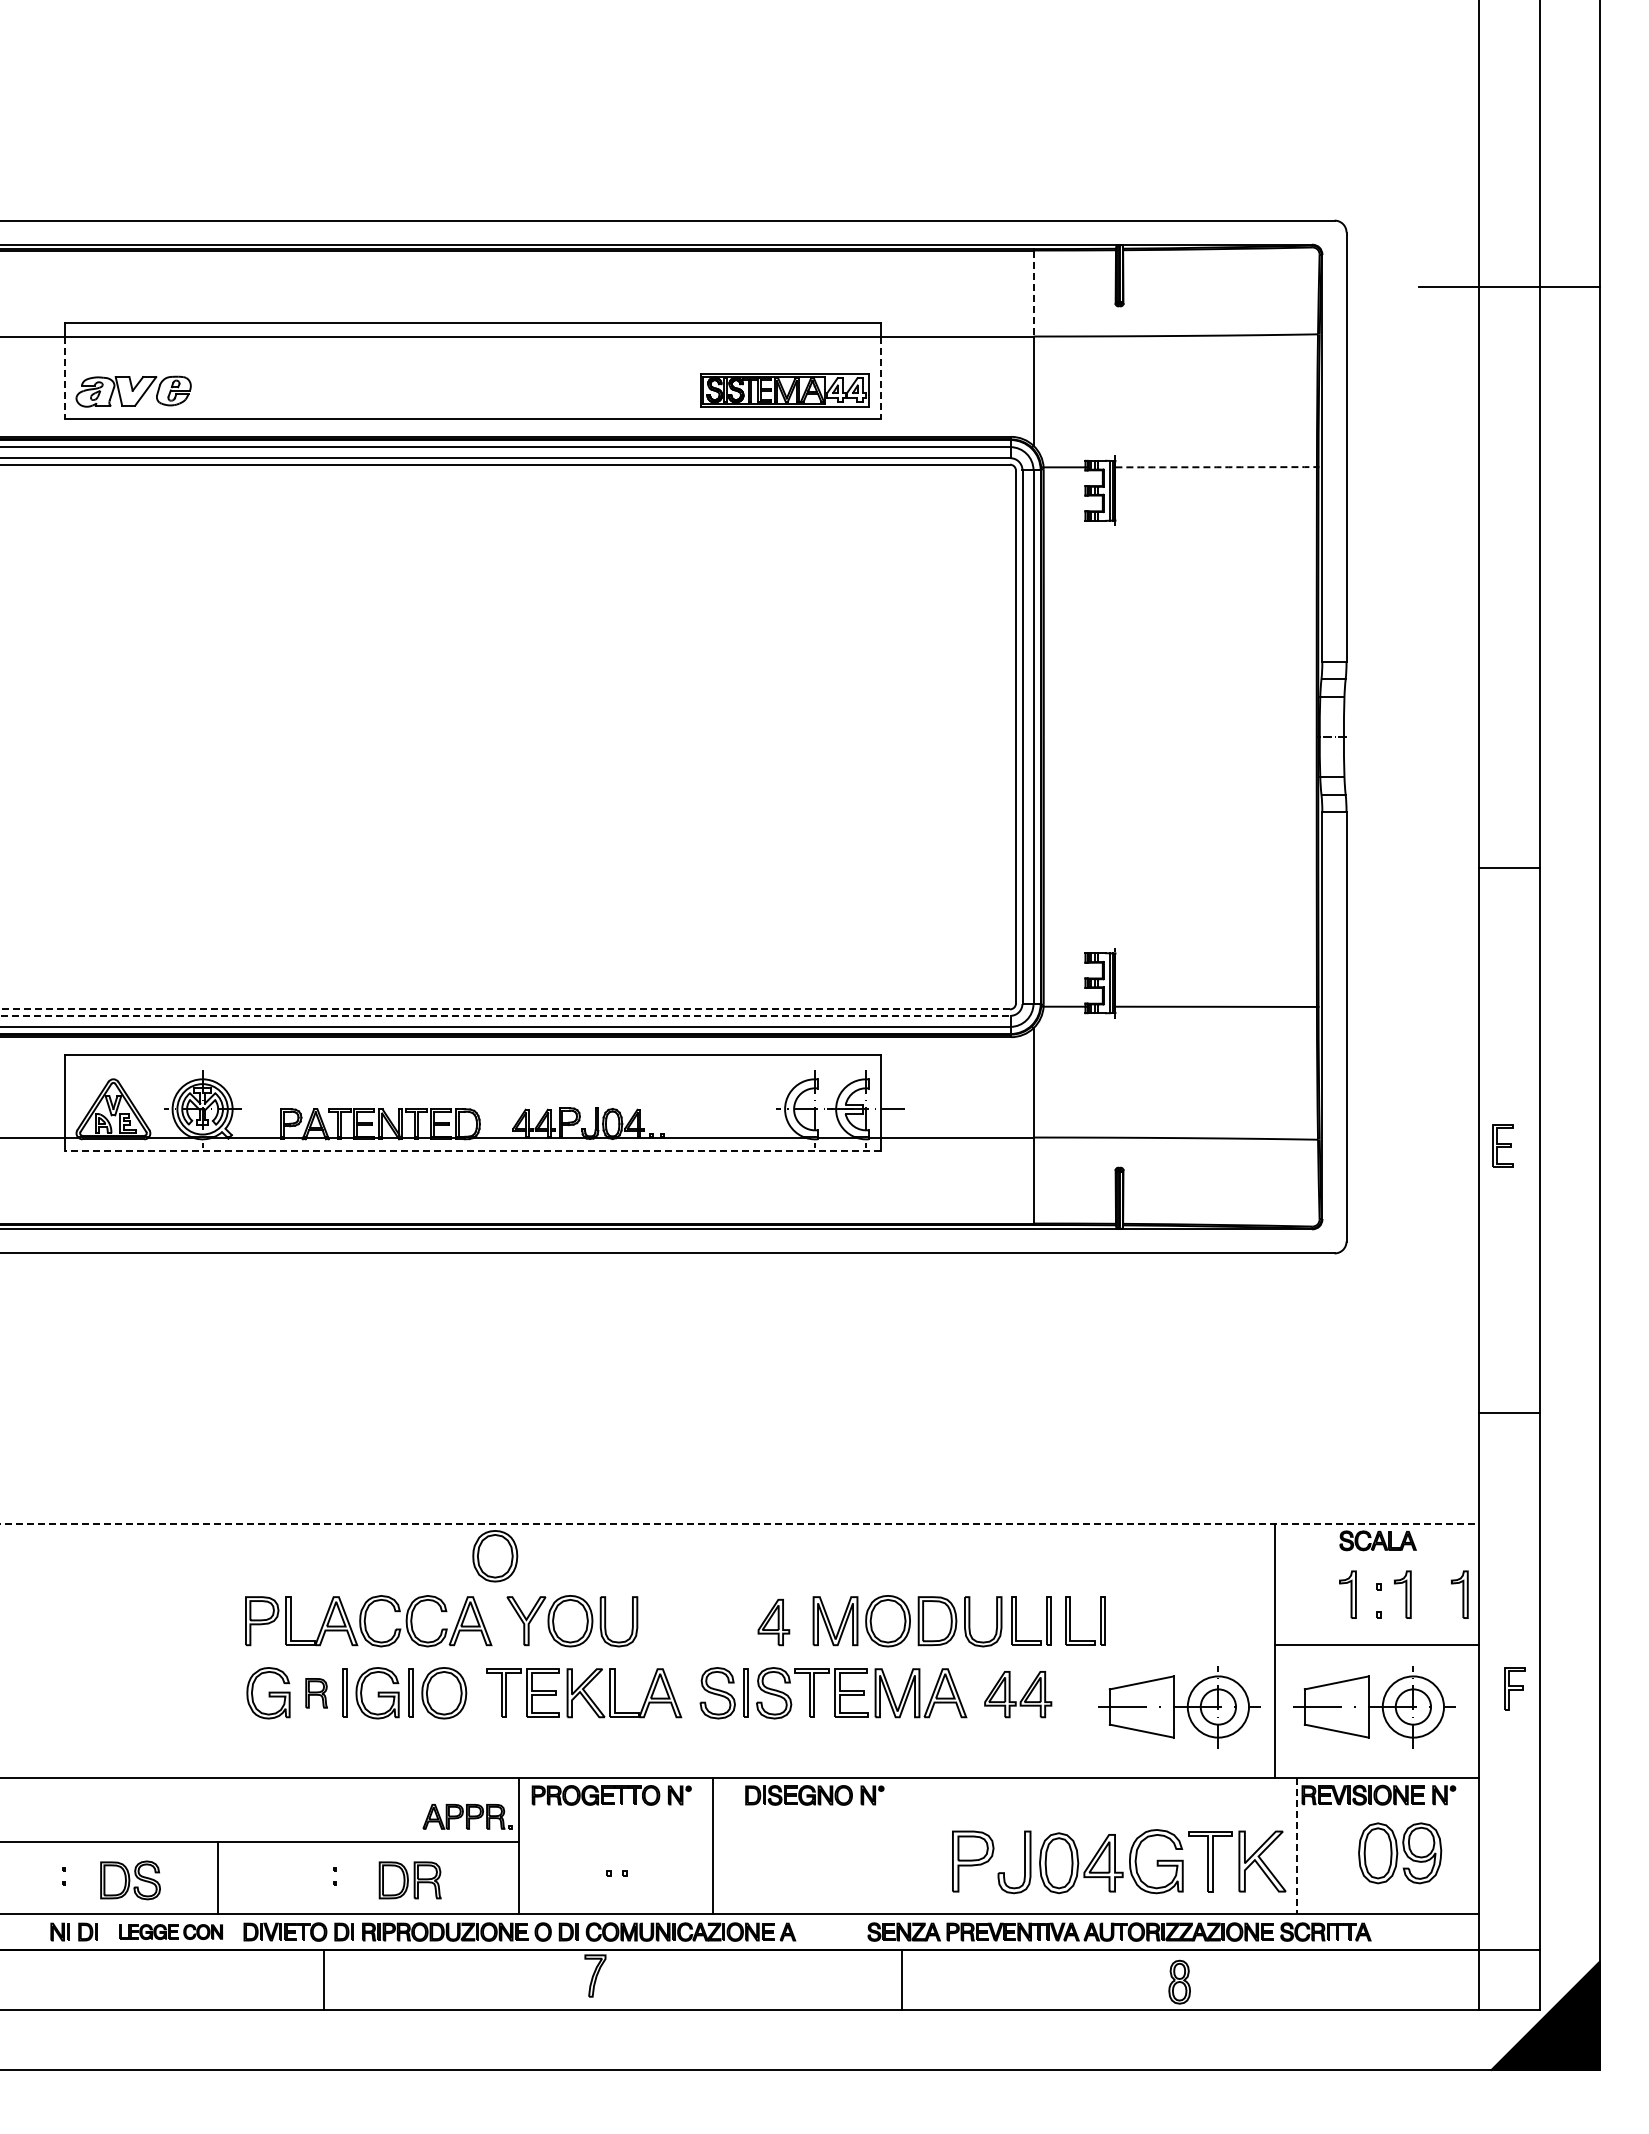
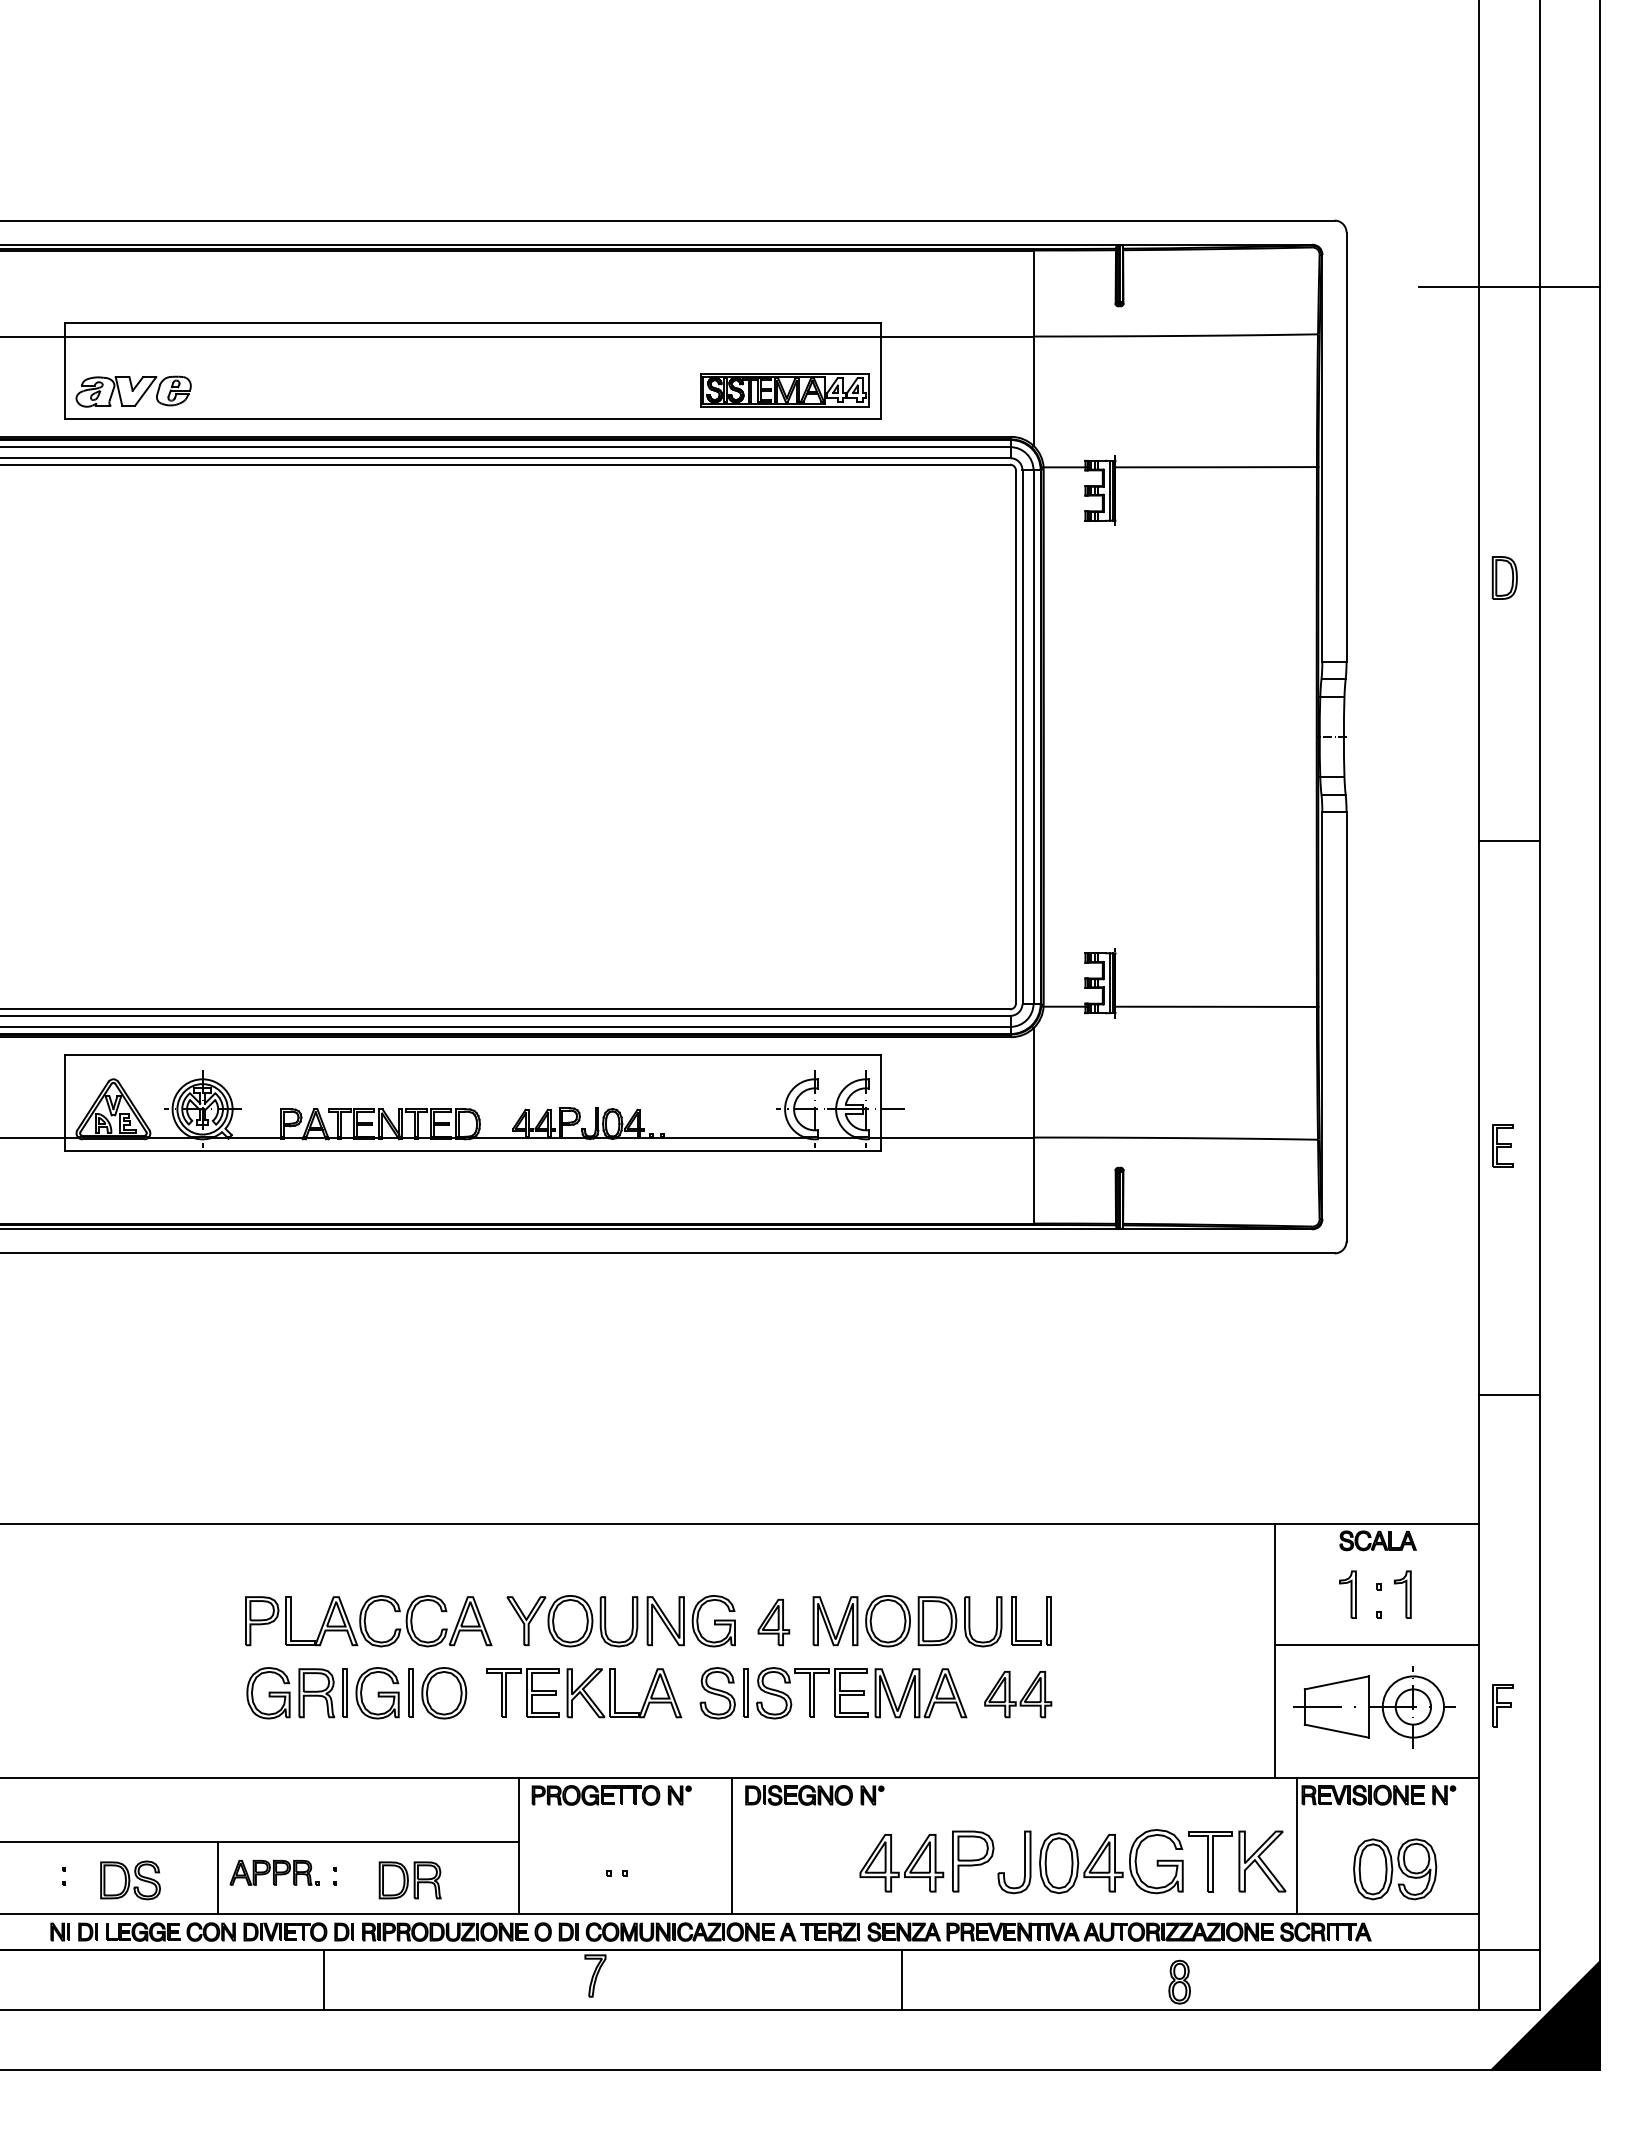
line at (1033, 294): dashed -> solid
line at (64, 378): dashed -> solid
line at (881, 378): dashed -> solid
arc at (1216, 467): dashed -> solid
part at (1504, 577): none -> present
line at (1509, 867) position: (1509, 867) -> (1509, 840)
line at (505, 1009): dashed -> solid
line at (505, 1015): dashed -> solid
line at (472, 1151): dashed -> solid
line at (1509, 1413) position: (1509, 1413) -> (1509, 1395)
line at (740, 1523): dashed -> solid
part at (495, 1556): present -> none
part at (1459, 1594): present -> none
part at (1070, 1620): present -> none
part at (690, 1621): none -> present
part at (1514, 1688) position: (1514, 1688) -> (1502, 1705)
part at (316, 1693) size: 23x31 px -> 37x51 px
part at (1179, 1707): present -> none
part at (467, 1816) position: (467, 1816) -> (274, 1872)
line at (713, 1845) position: (713, 1845) -> (732, 1845)
line at (1296, 1845): dashed -> solid
part at (1400, 1853) position: (1400, 1853) -> (1395, 1869)
part at (907, 1866): none -> present
part at (170, 1931) size: 104x16 px -> 130x20 px
part at (829, 1931): none -> present
